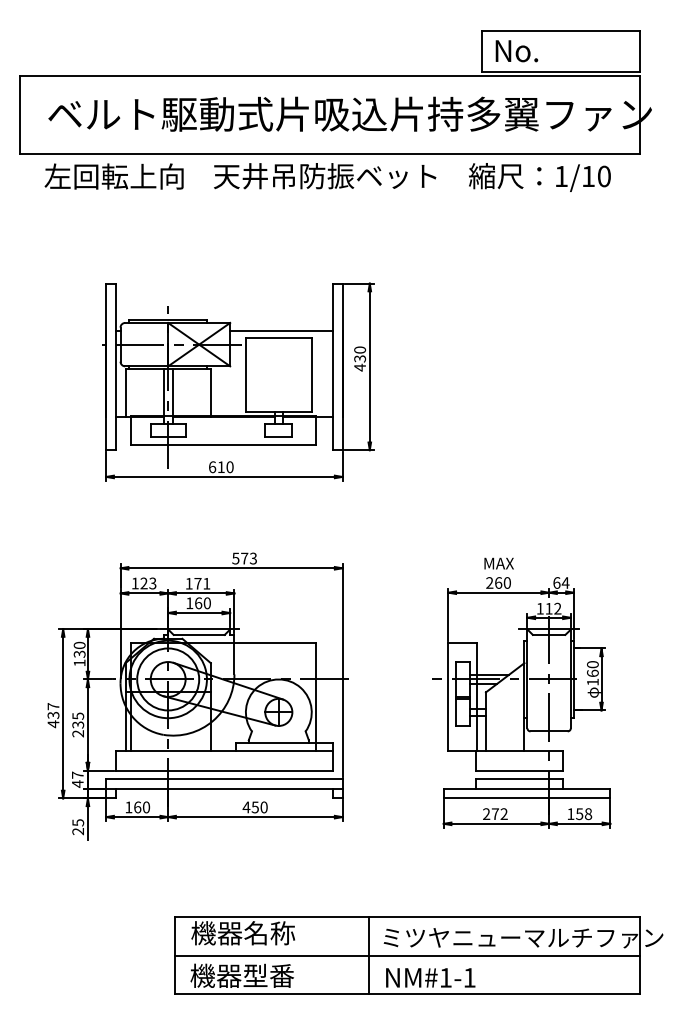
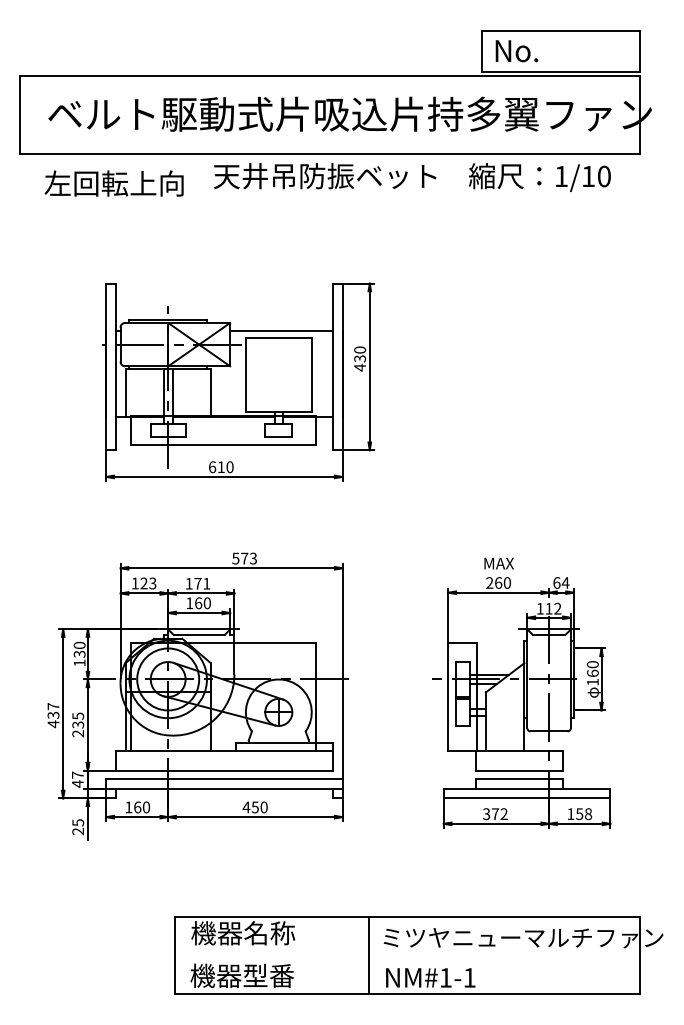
text at (113, 176) position: (113, 176) -> (113, 183)
text at (486, 814): 272 -> 372
line at (407, 955): present -> none
